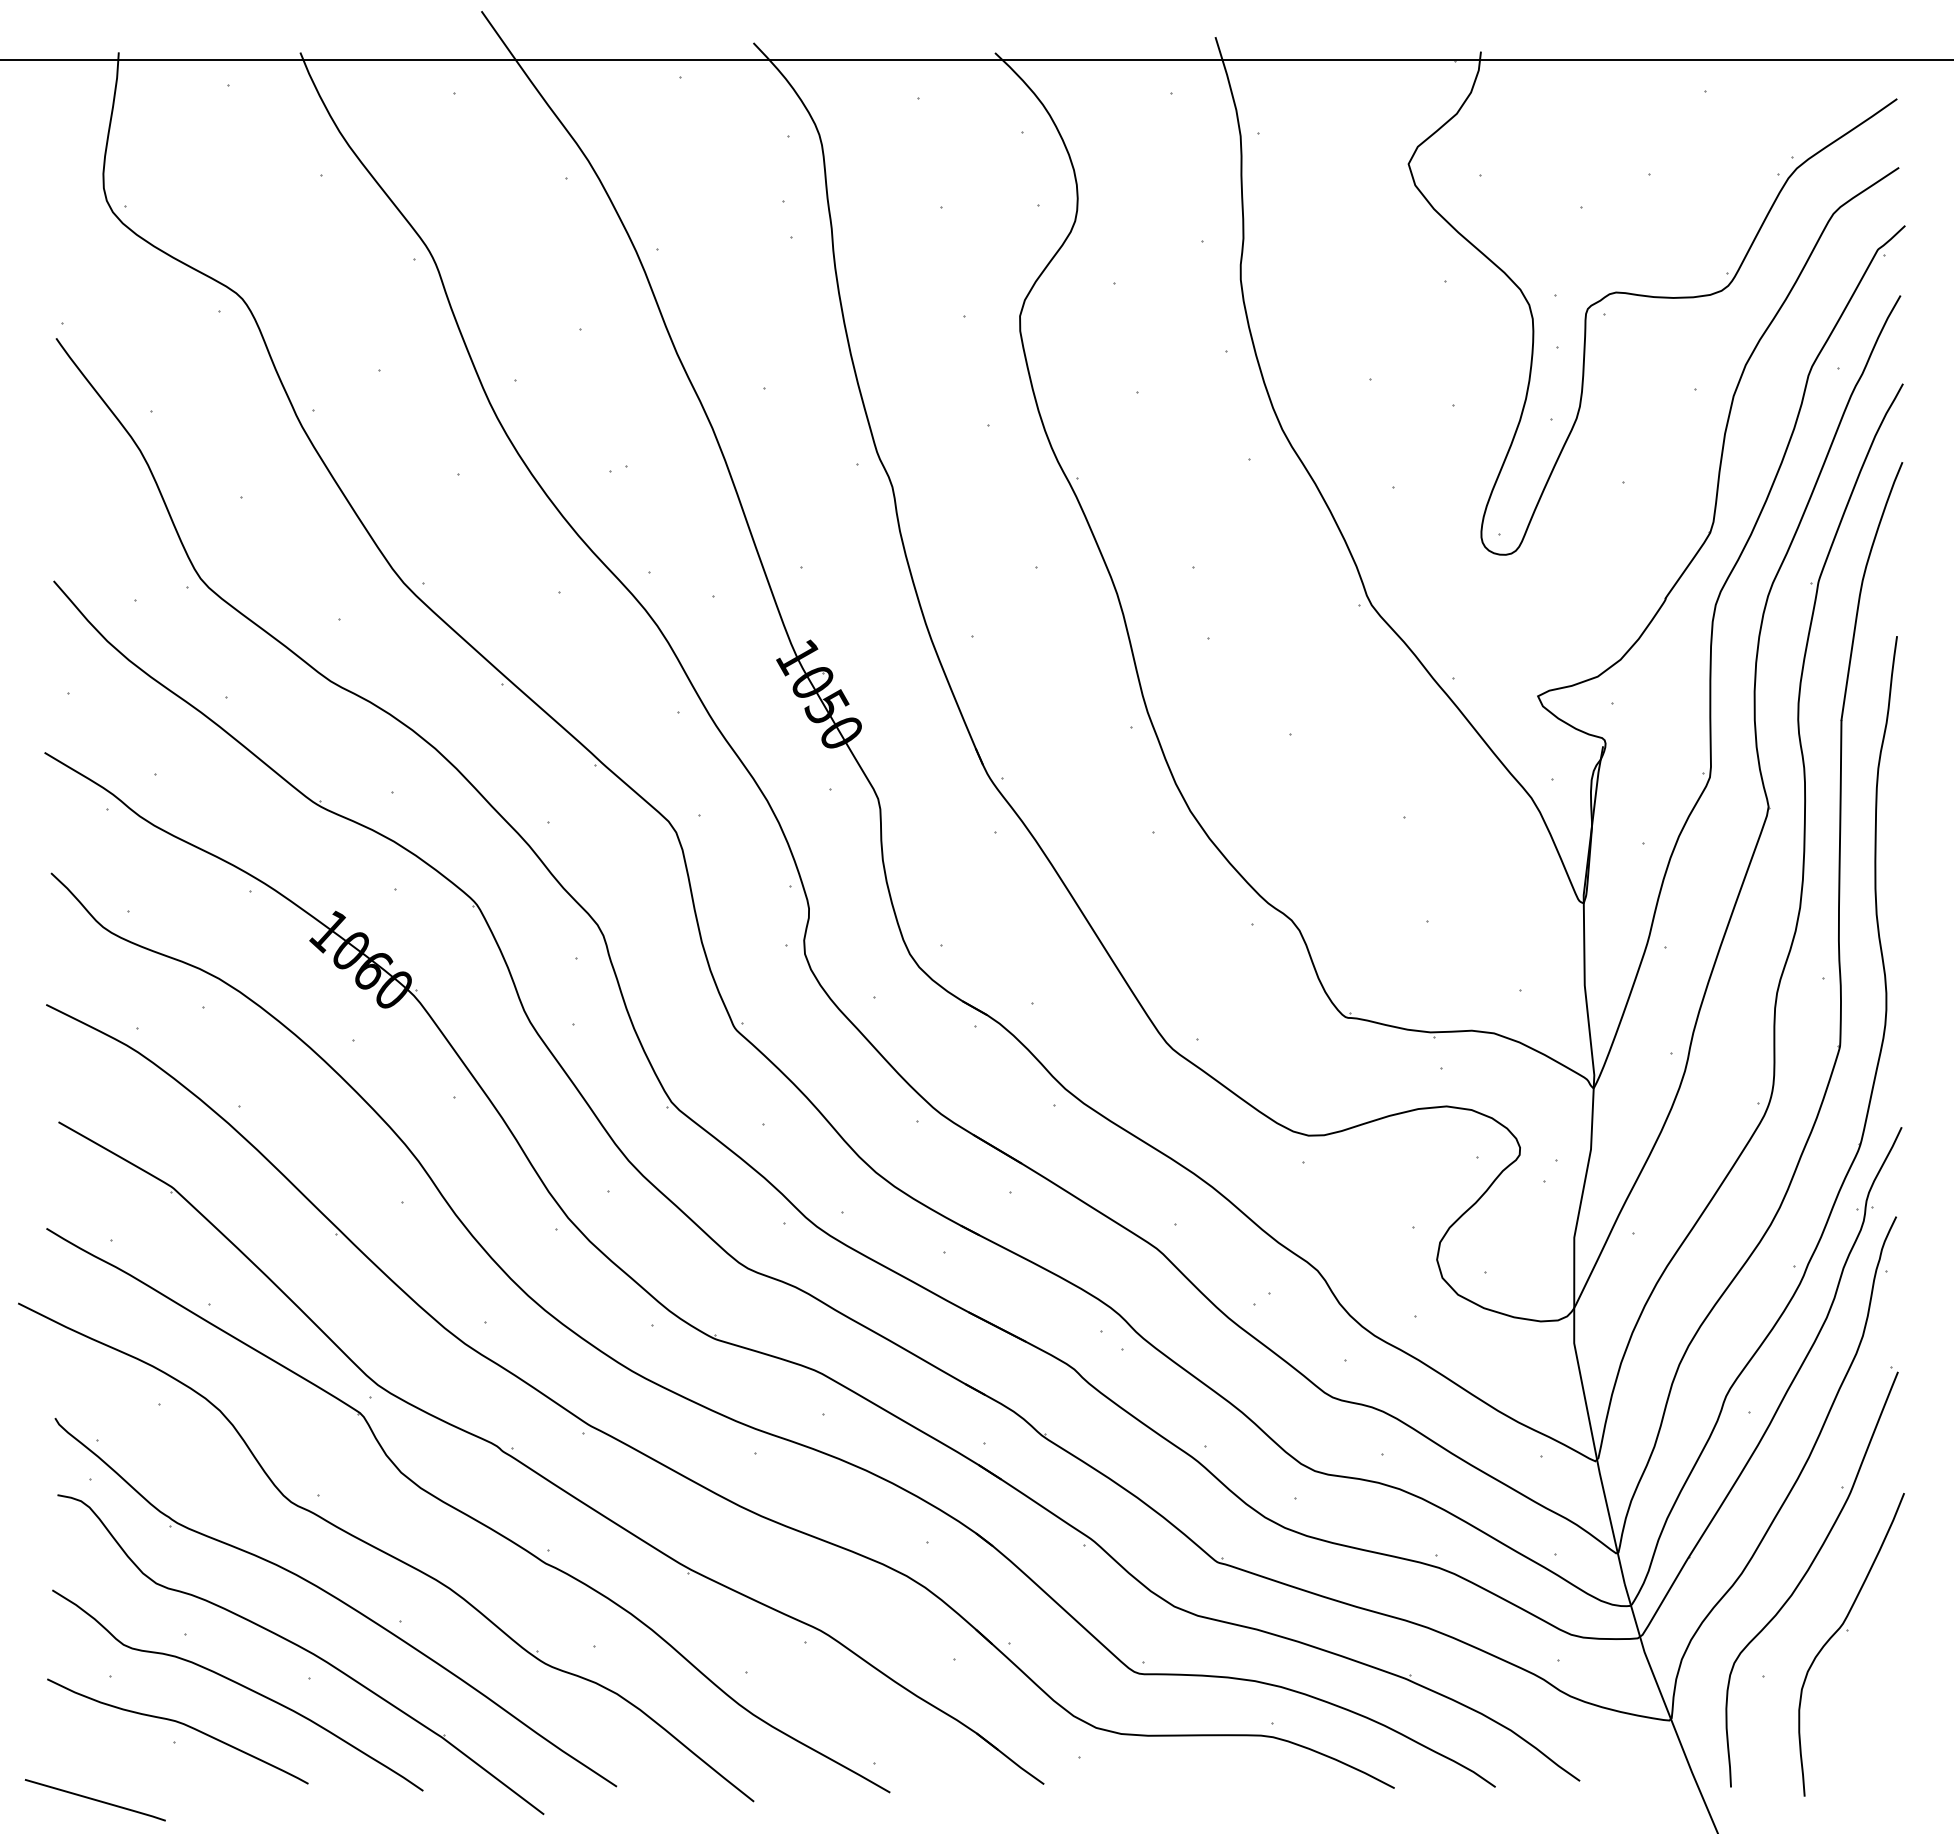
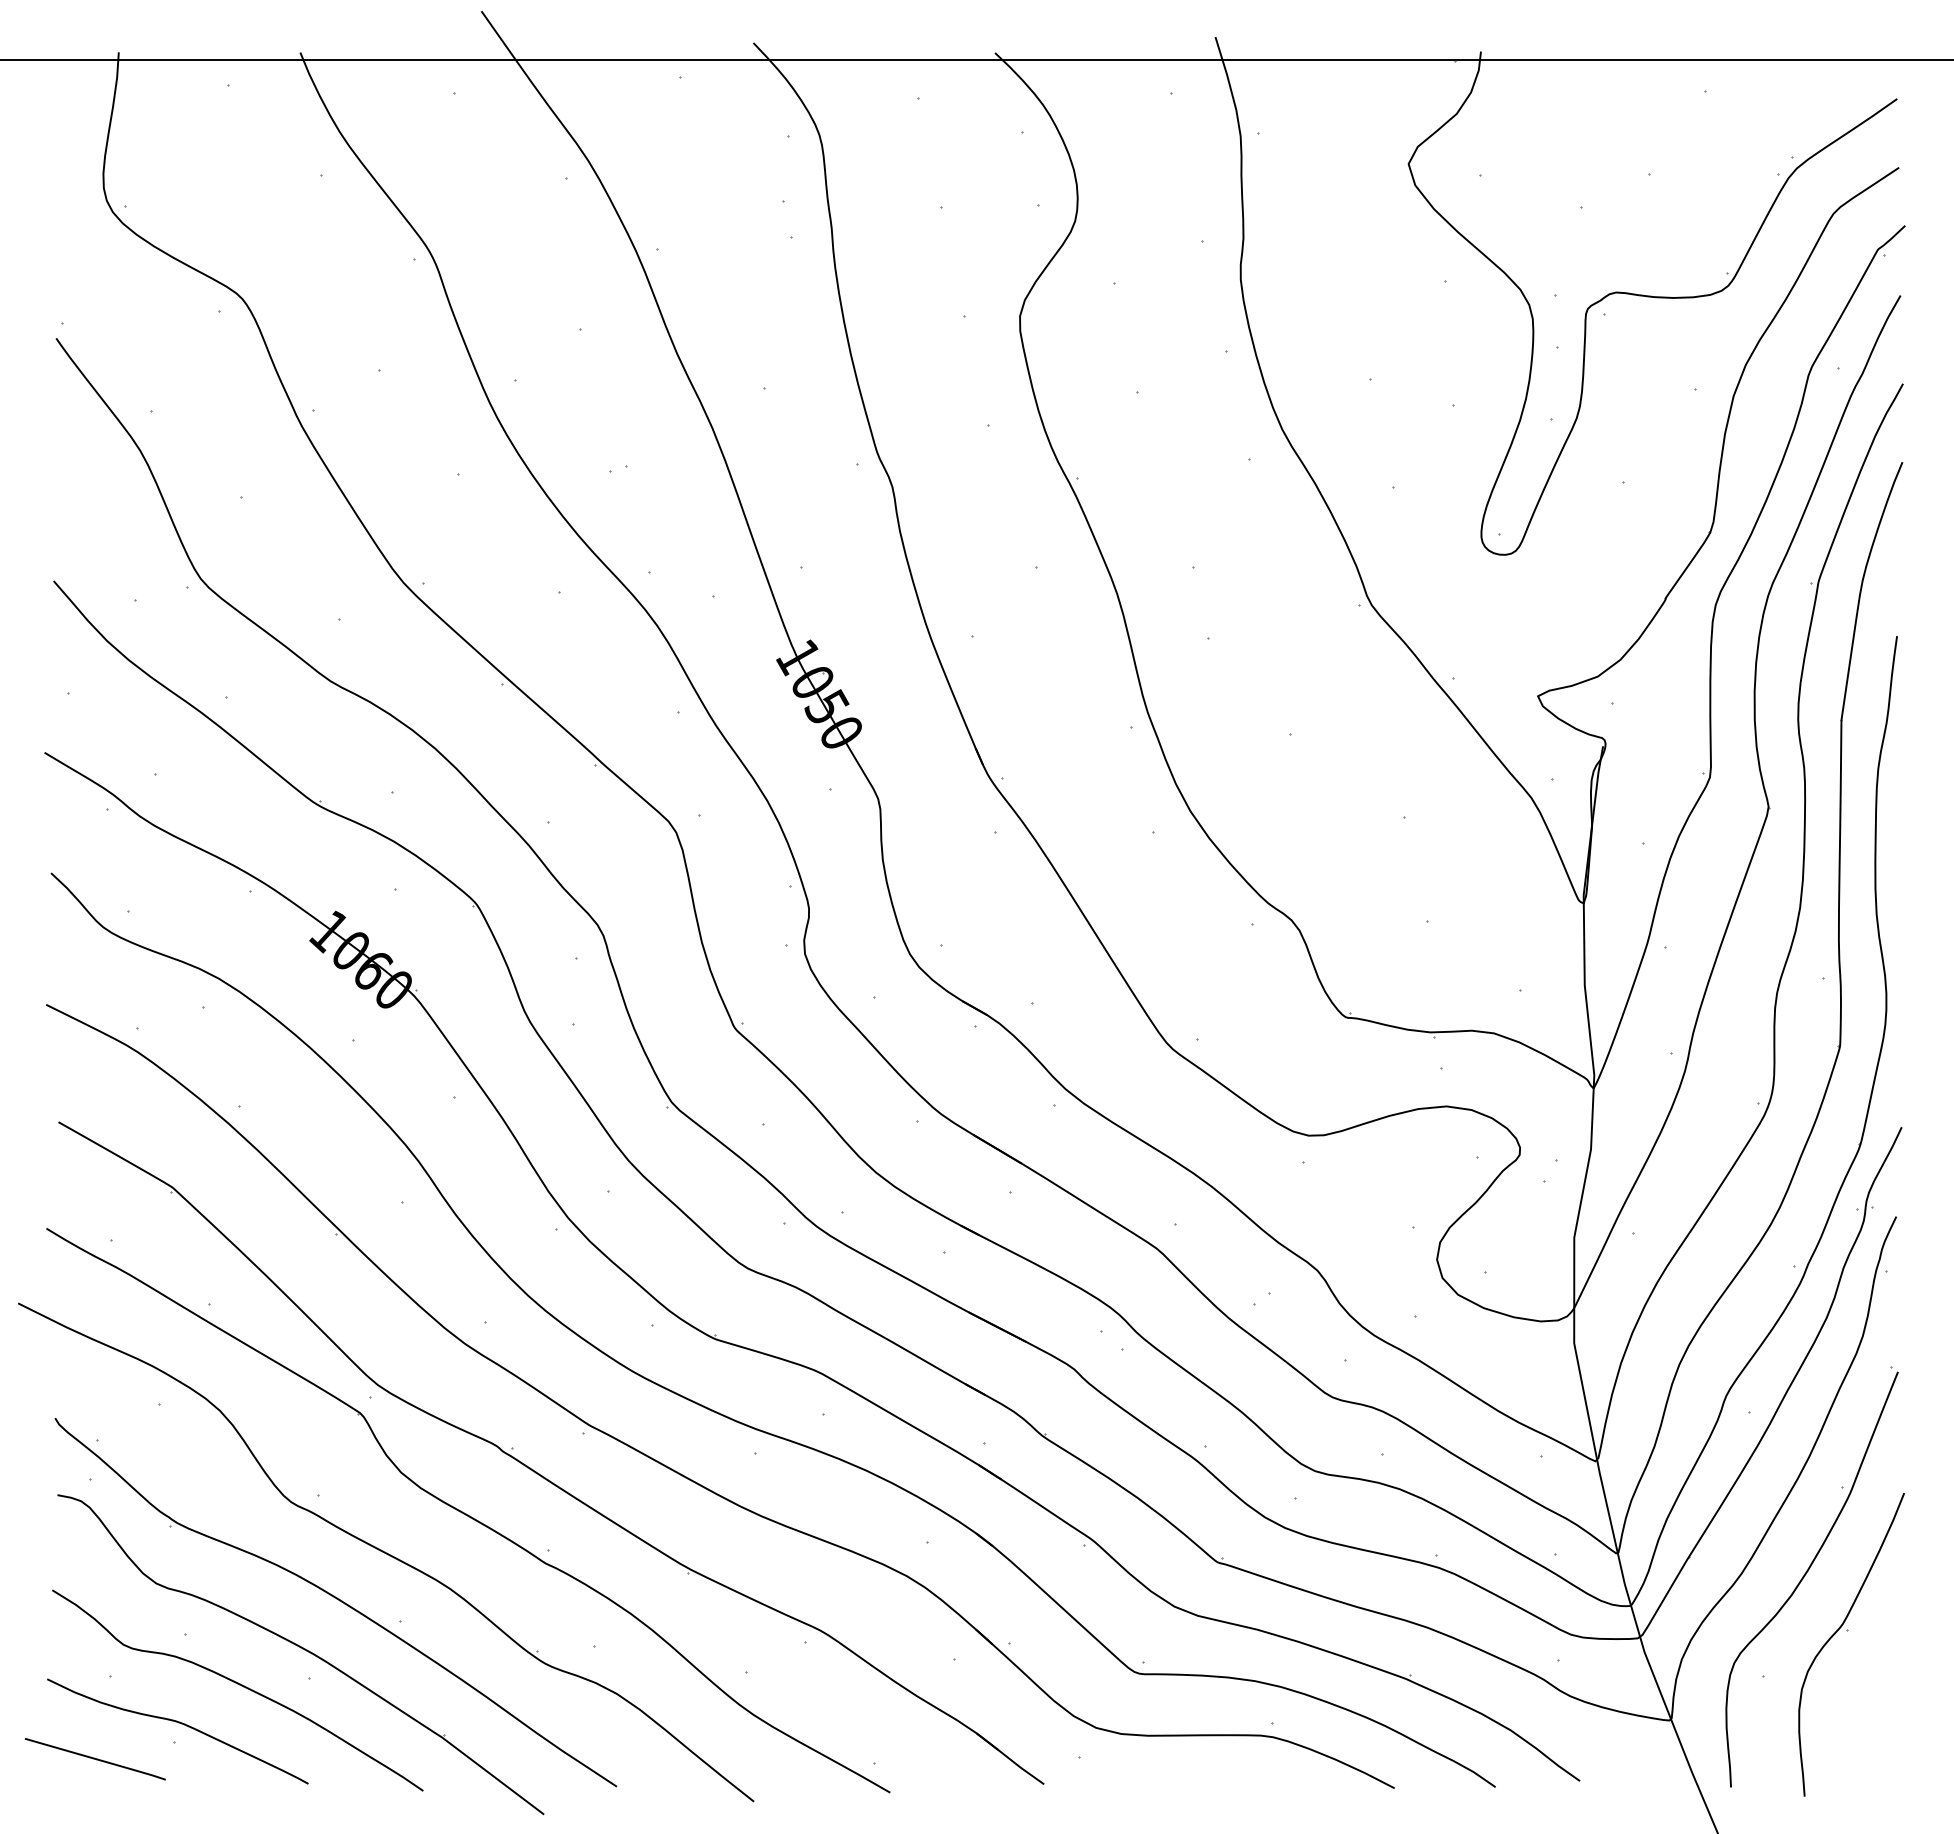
line at (94, 1800) position: (94, 1800) -> (94, 1759)
